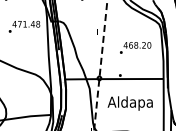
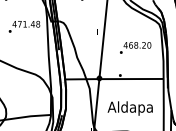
line at (100, 64): dashed -> solid
text at (129, 103) position: (129, 103) -> (129, 108)
